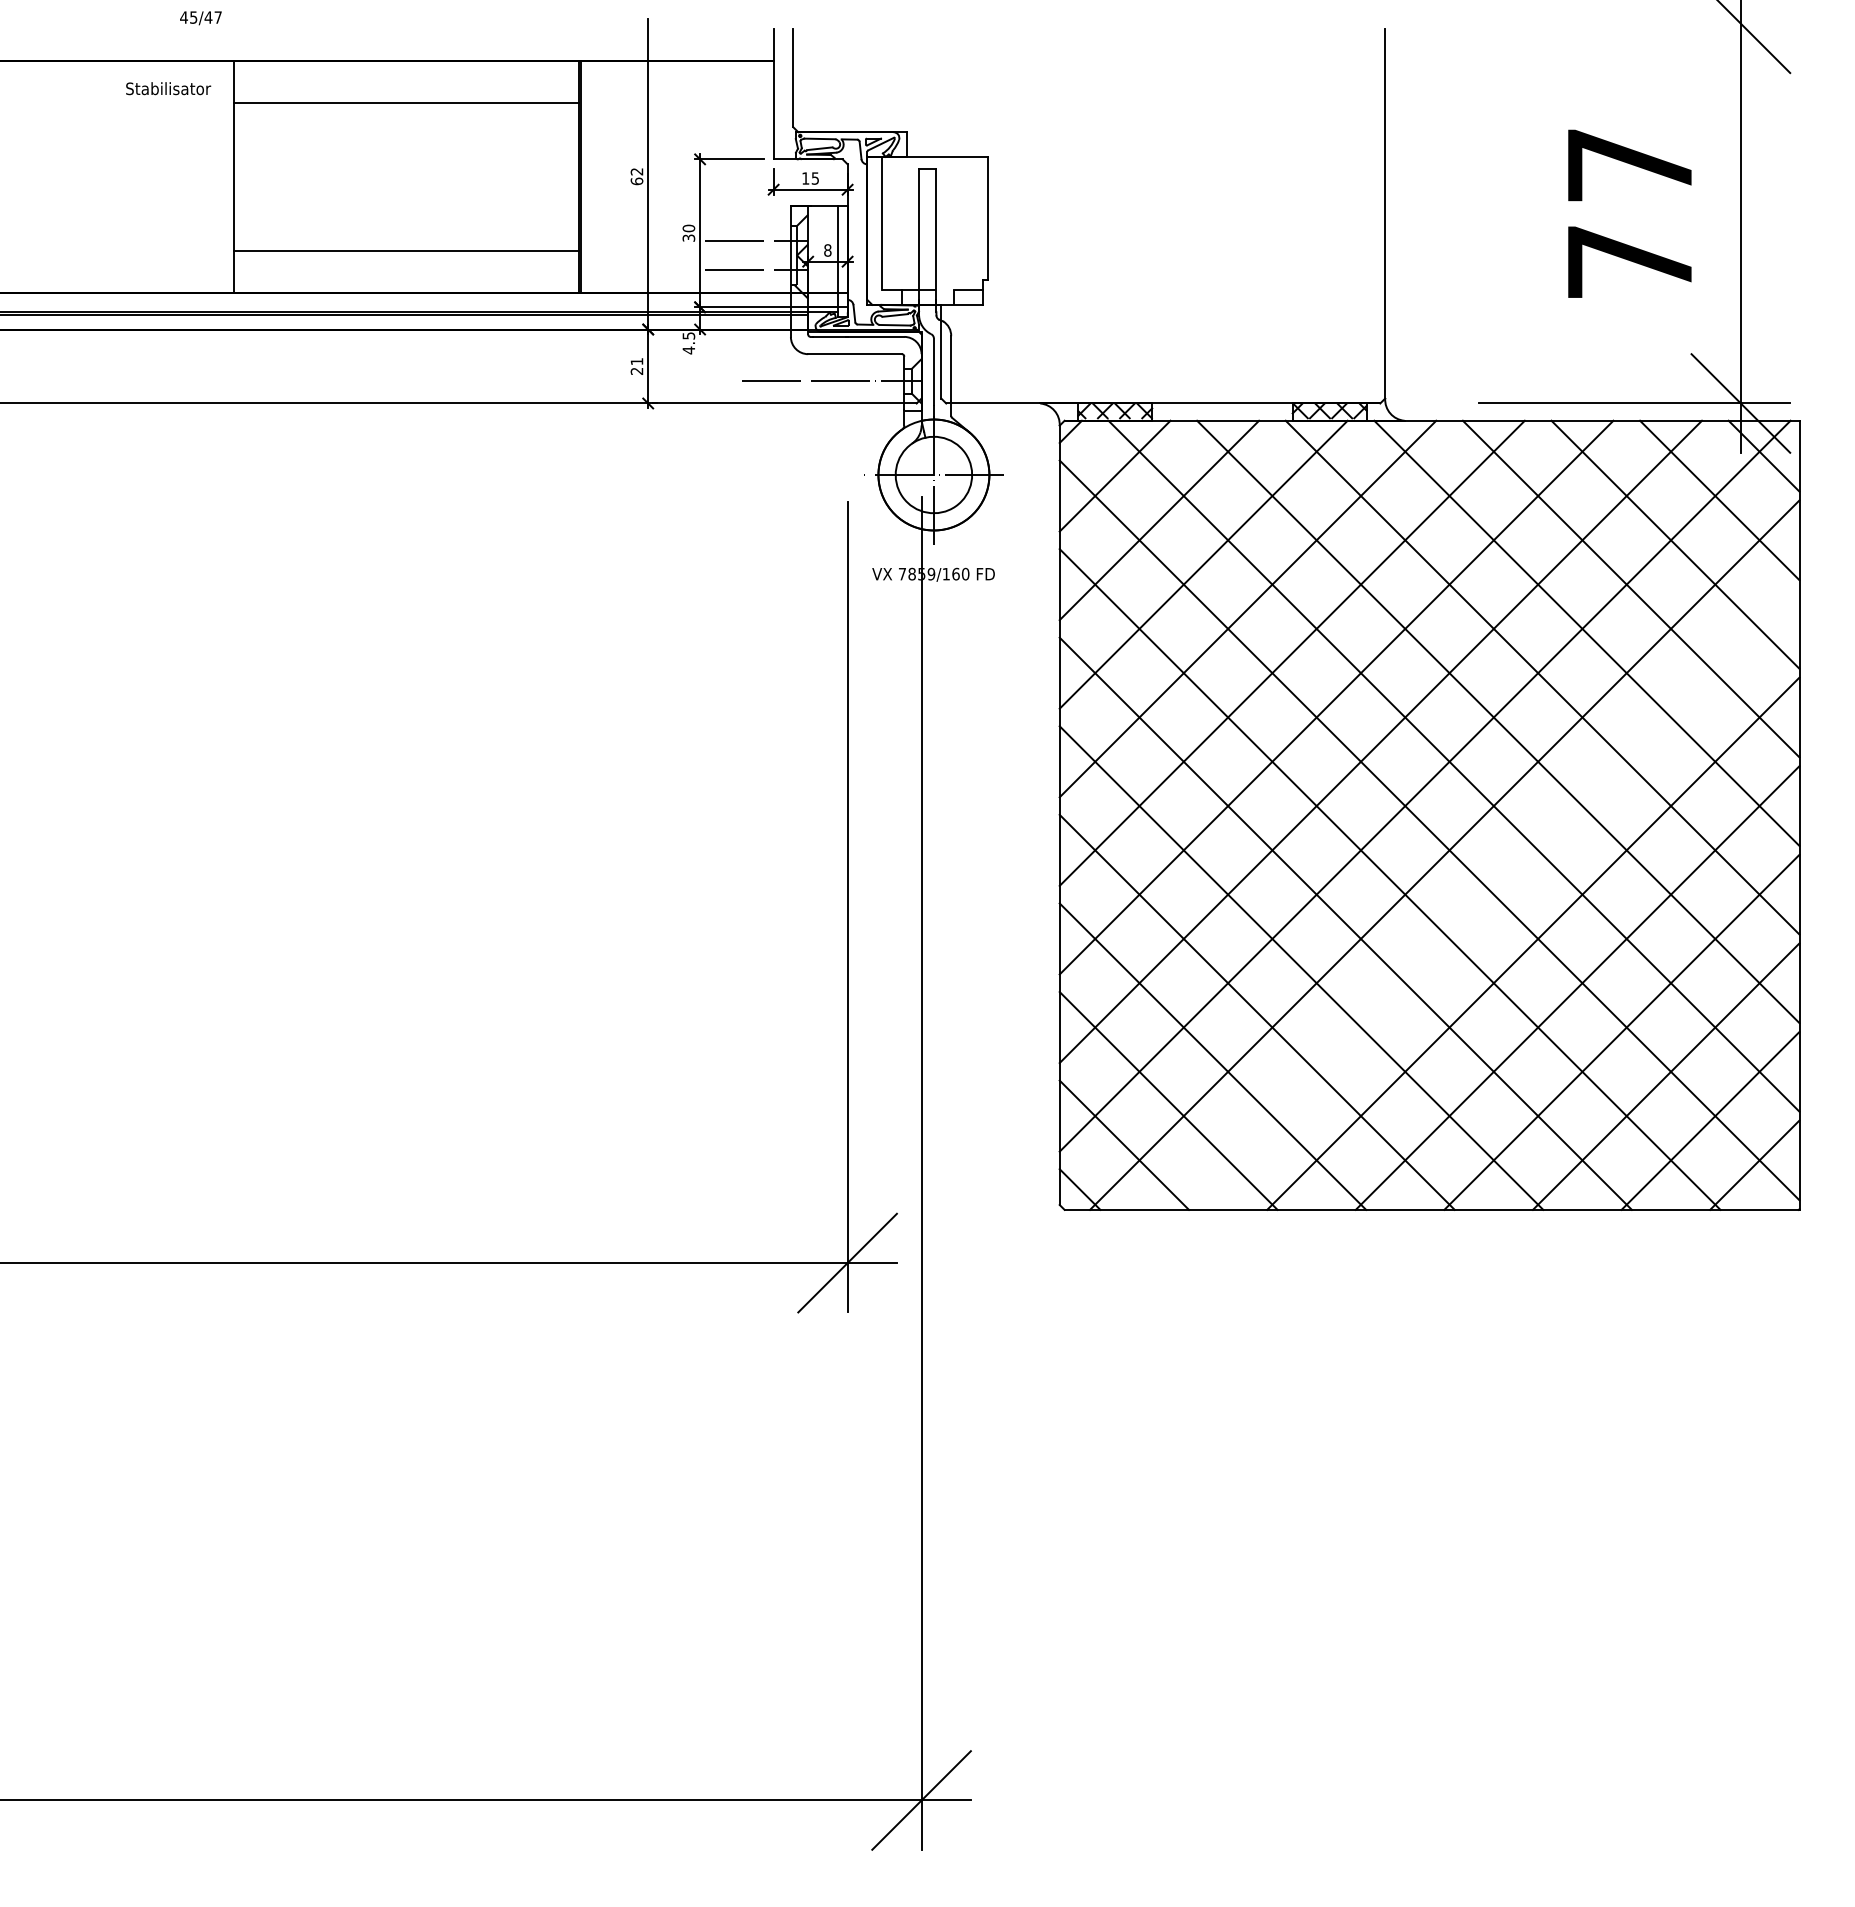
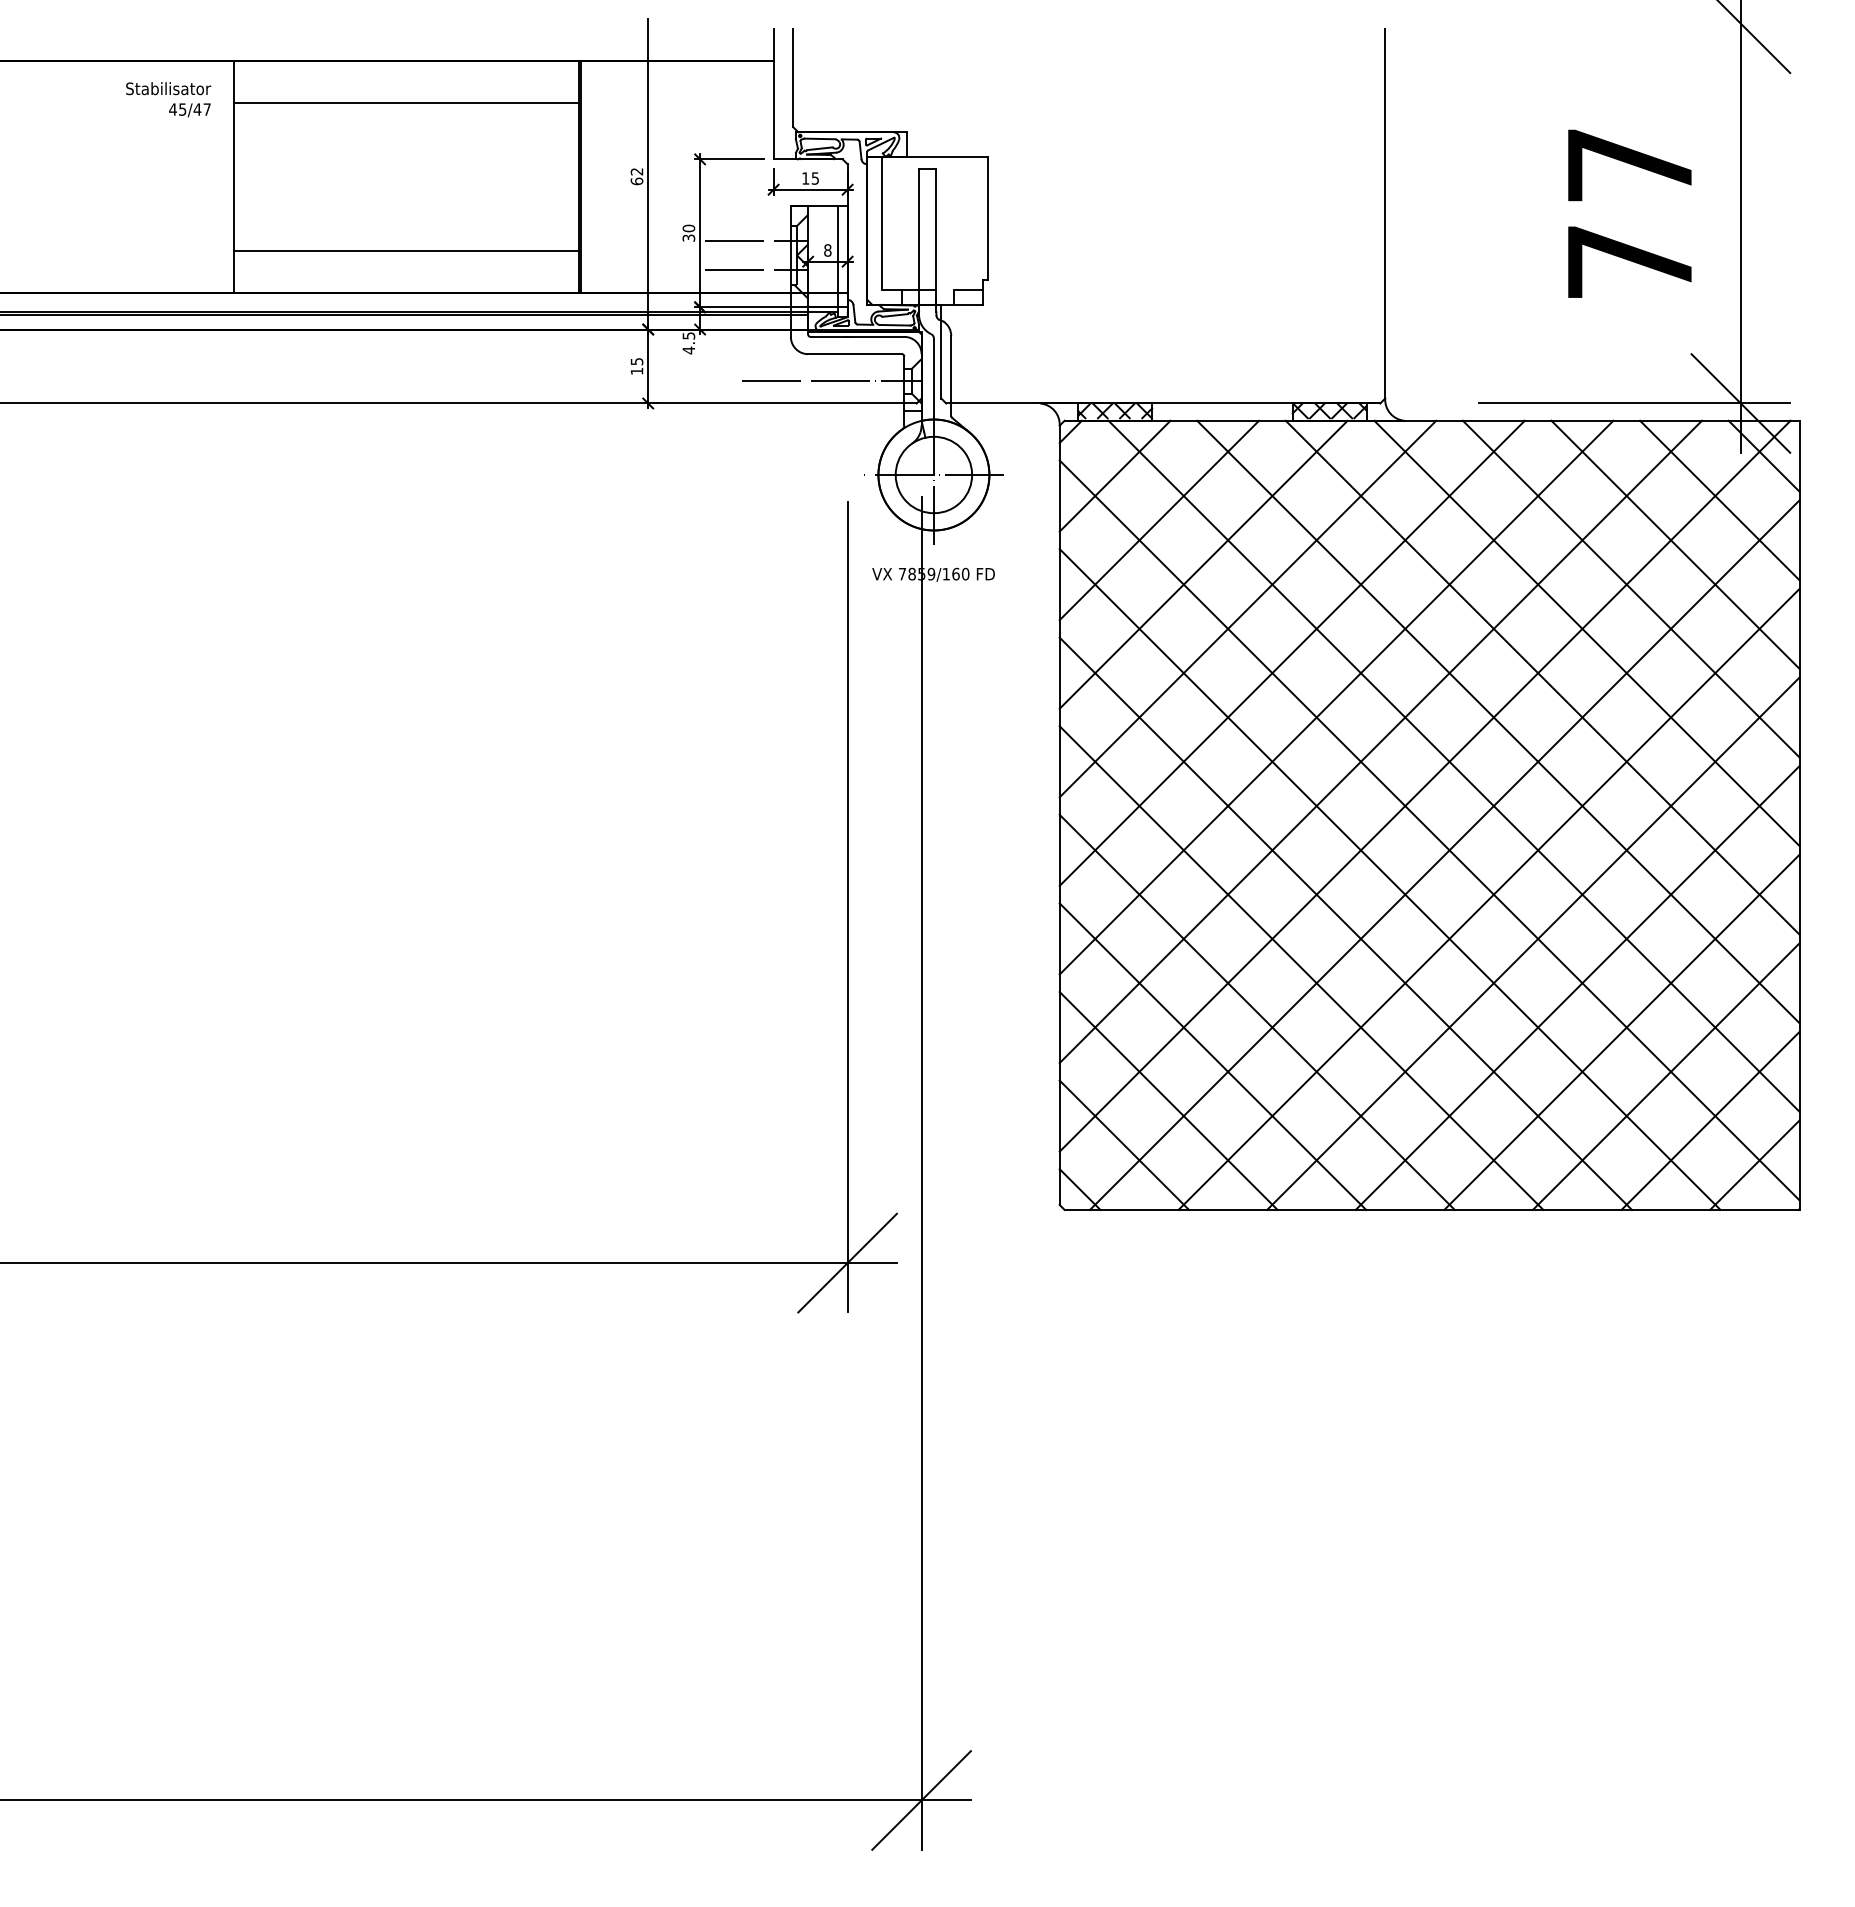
text at (200, 18) position: (200, 18) -> (189, 110)
text at (636, 366): 21 -> 15
line at (1488, 898): none -> present
